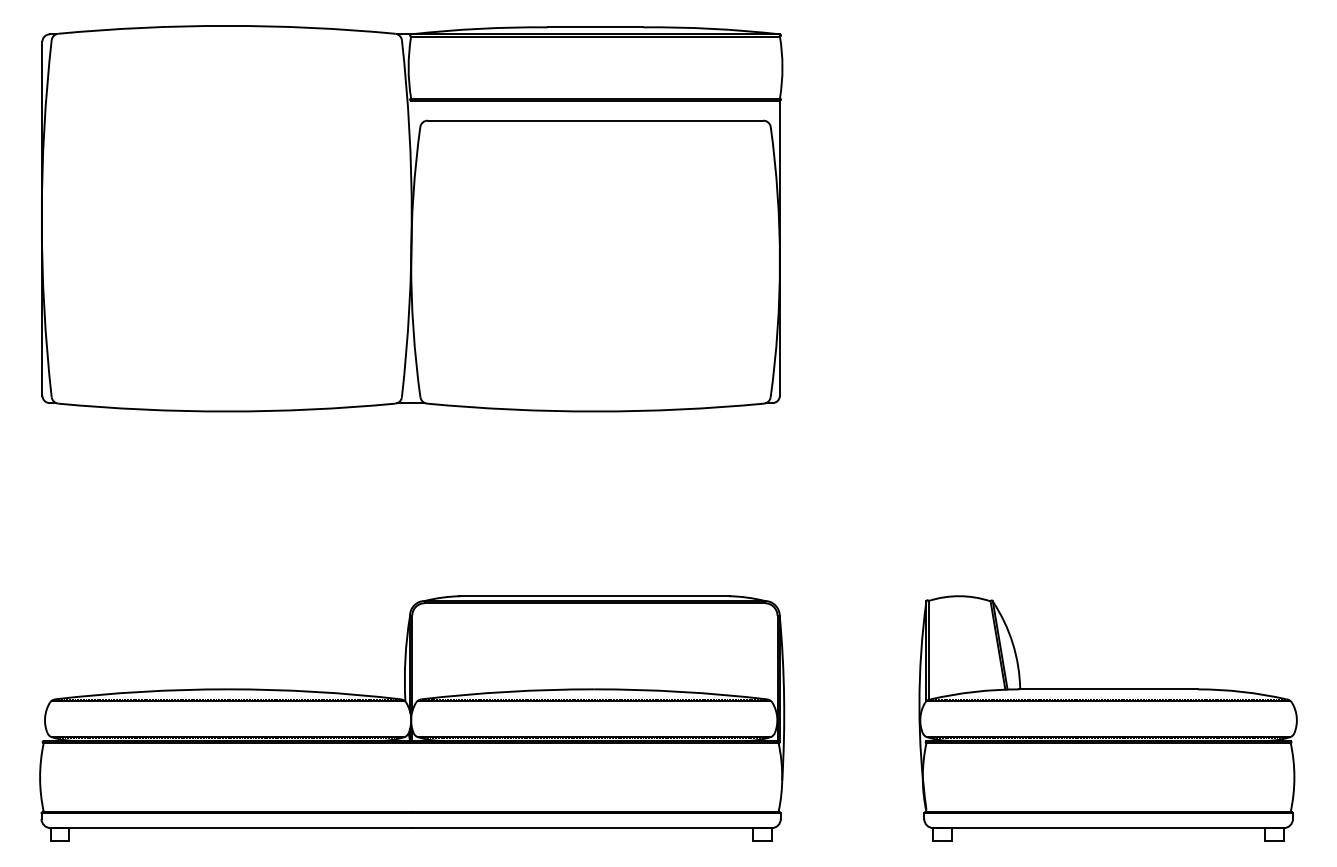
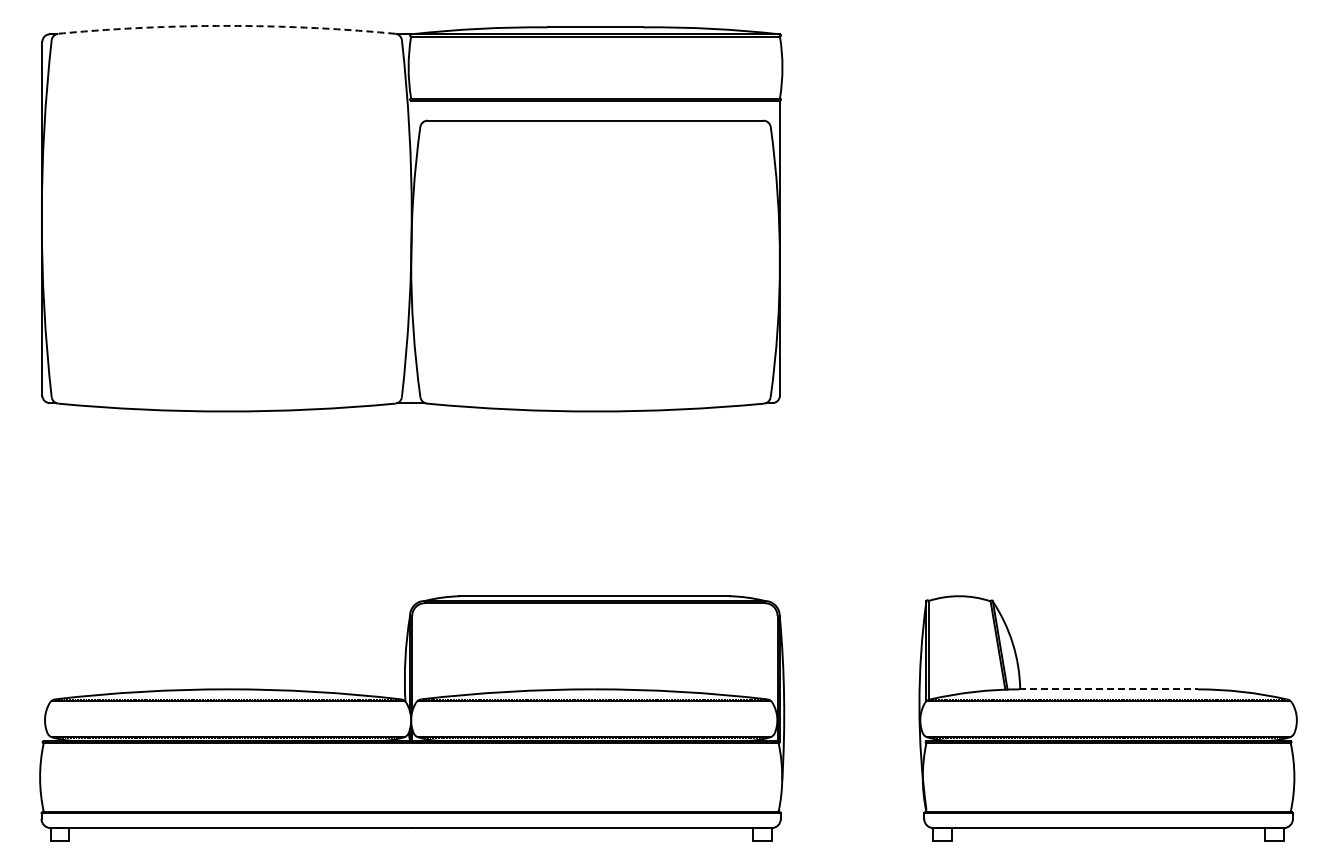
arc at (226, 25): solid -> dashed
line at (1109, 689): solid -> dashed
